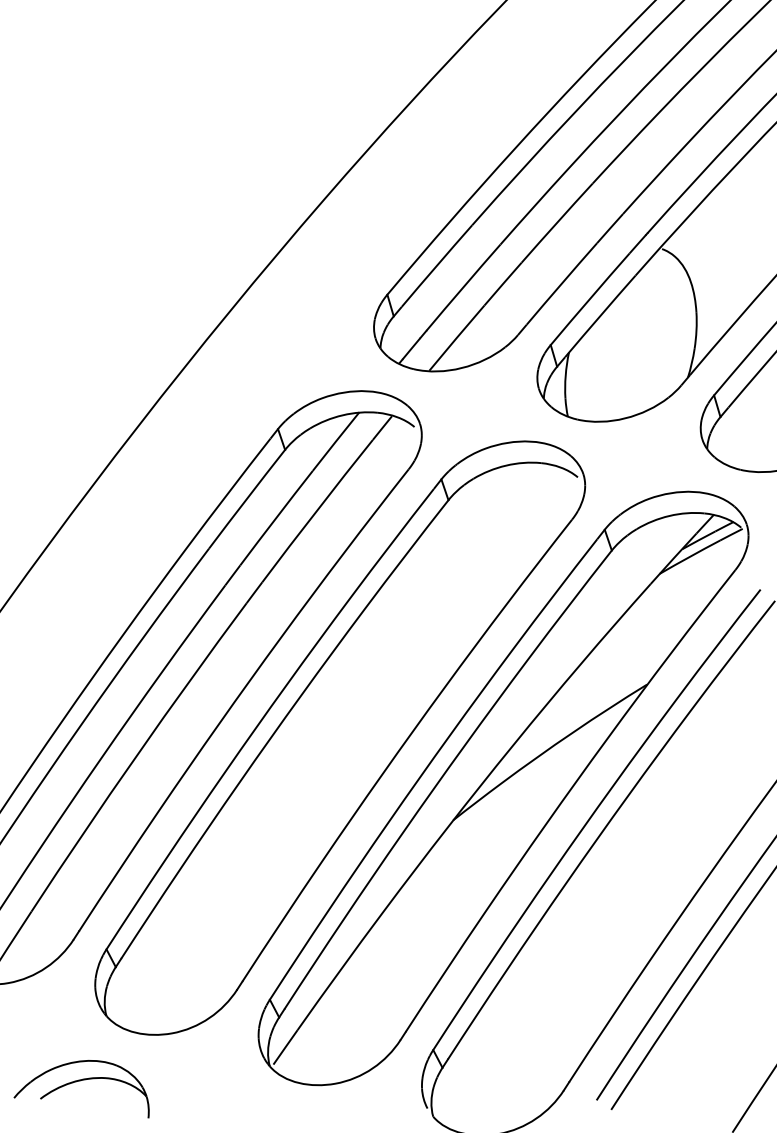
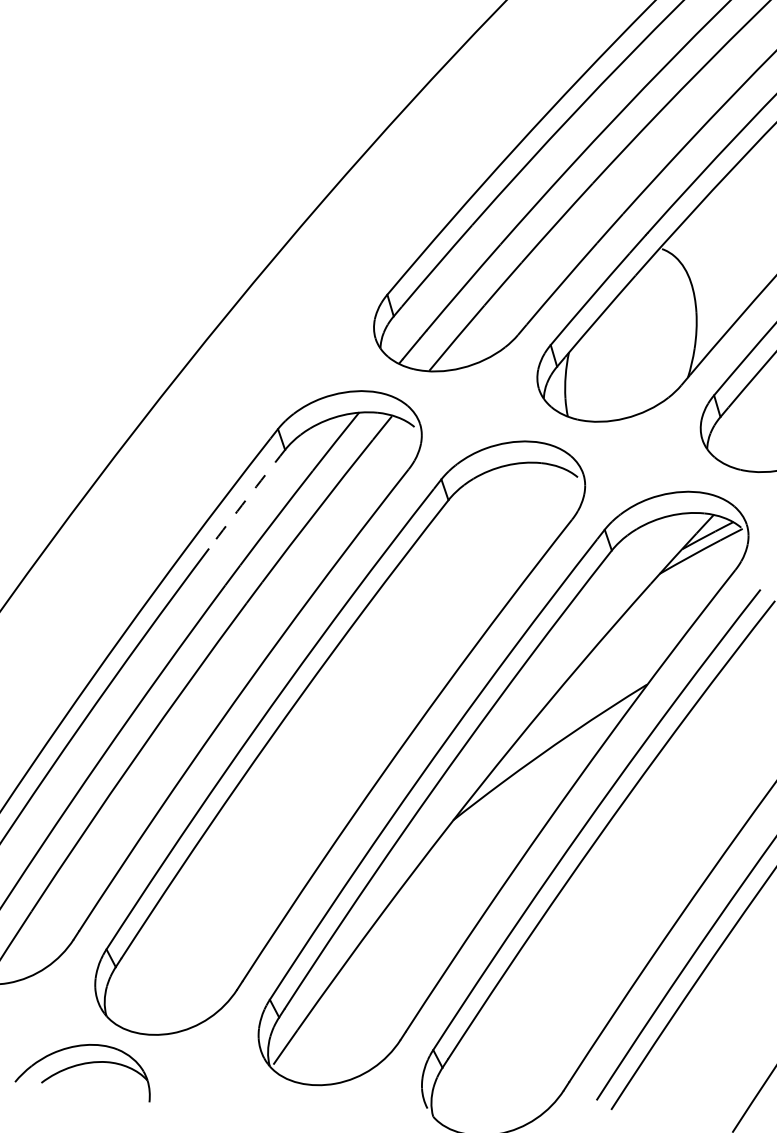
arc at (246, 499): solid -> dashed
part at (80, 1081) position: (80, 1081) -> (81, 1065)
